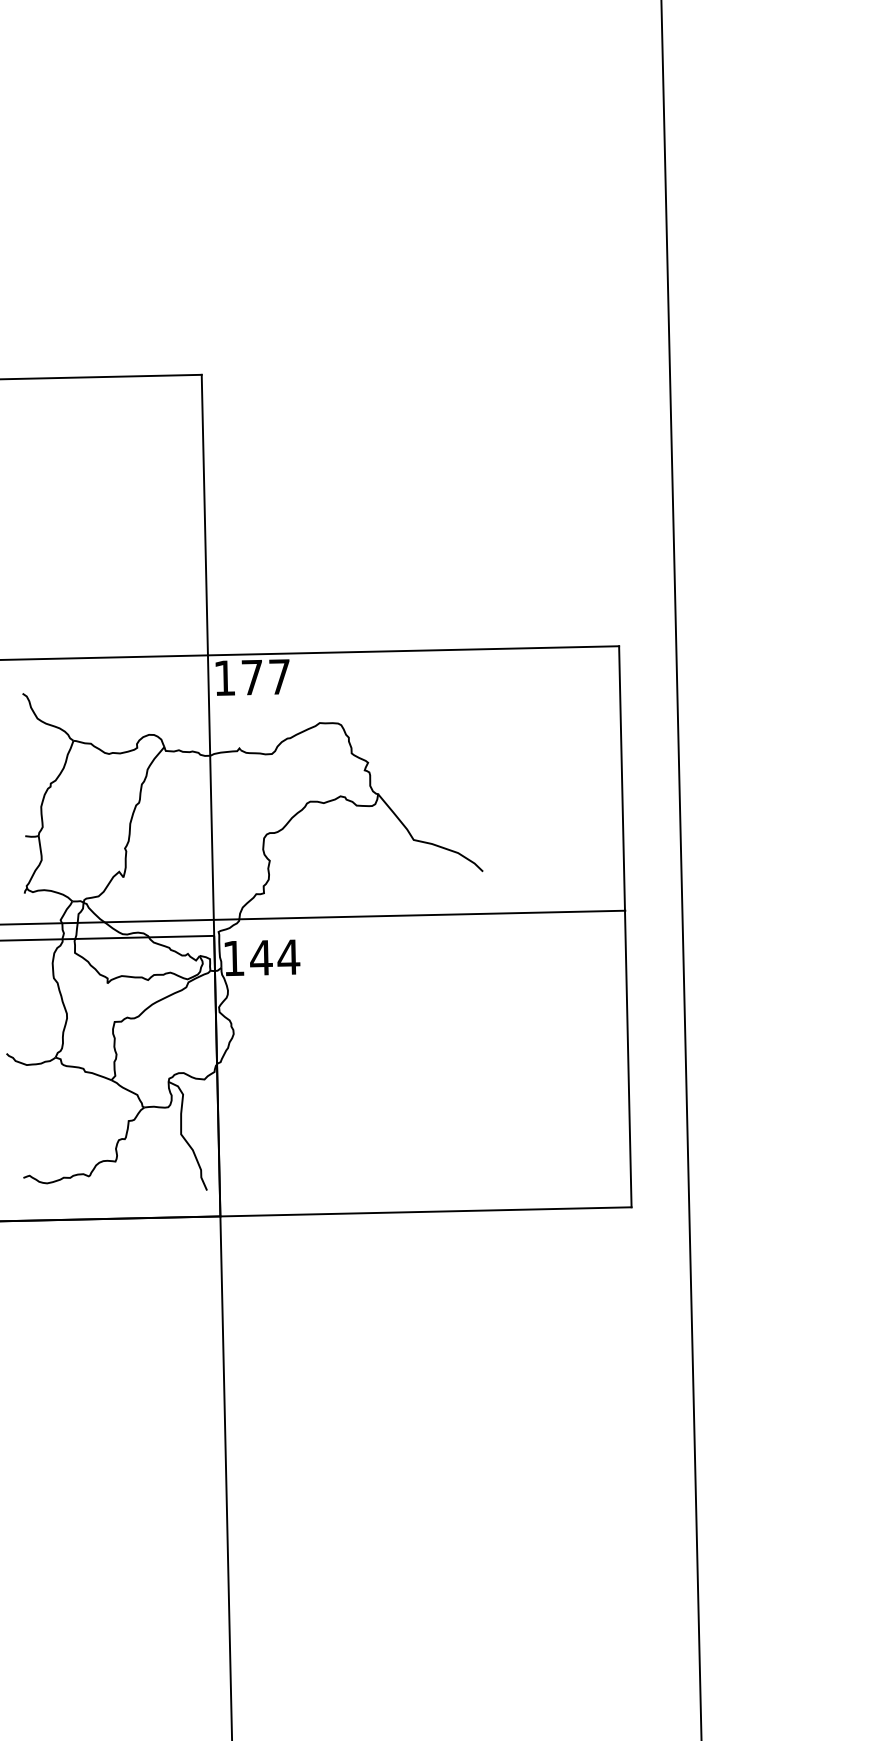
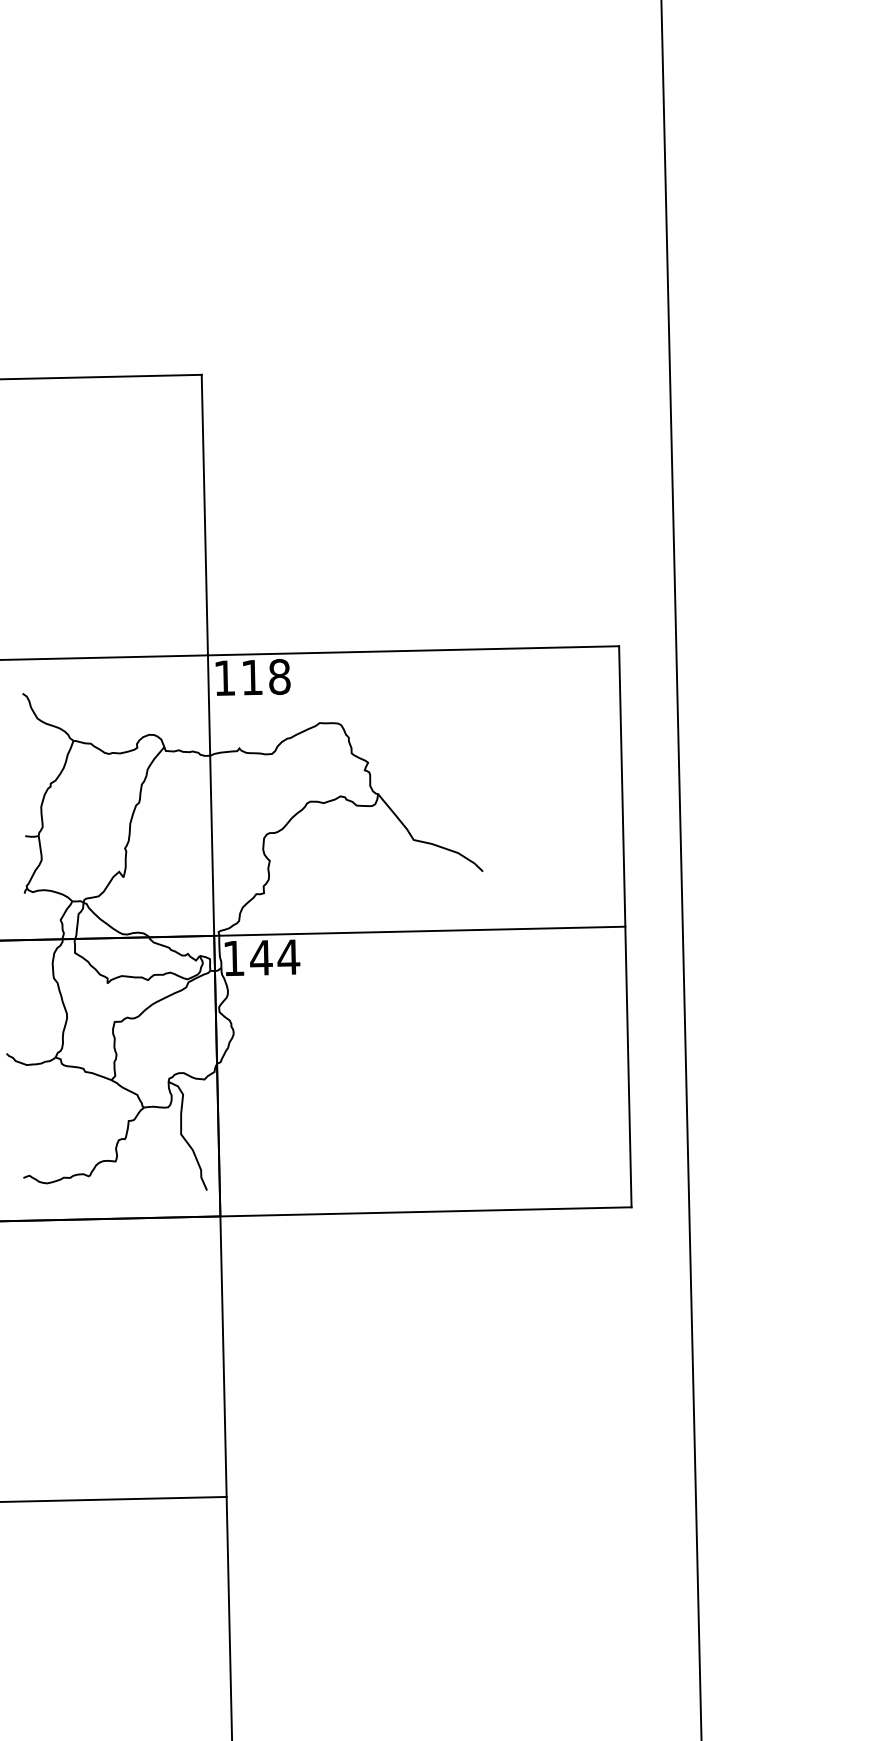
text at (265, 676): 177 -> 118
line at (313, 917) position: (313, 917) -> (313, 933)
line at (114, 1498): none -> present
